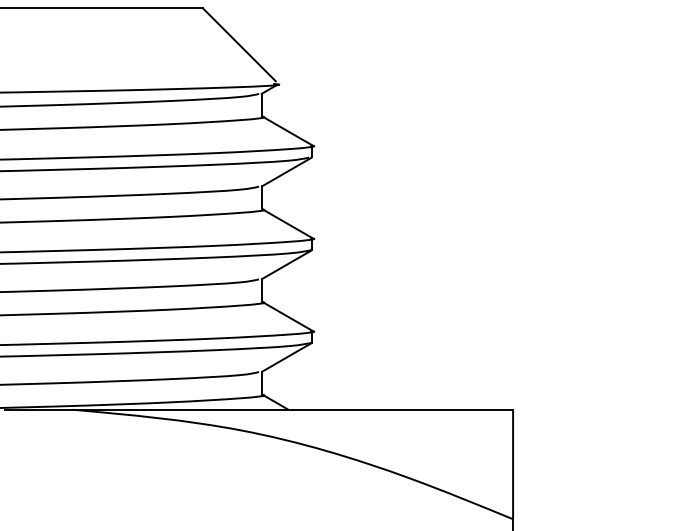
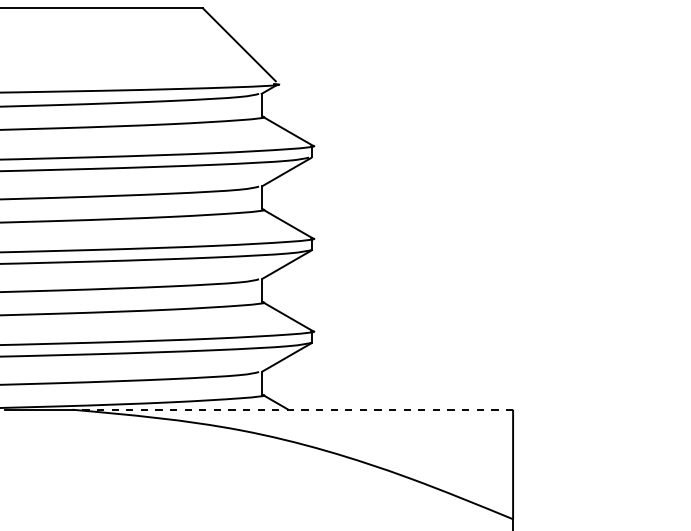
line at (292, 409): solid -> dashed
